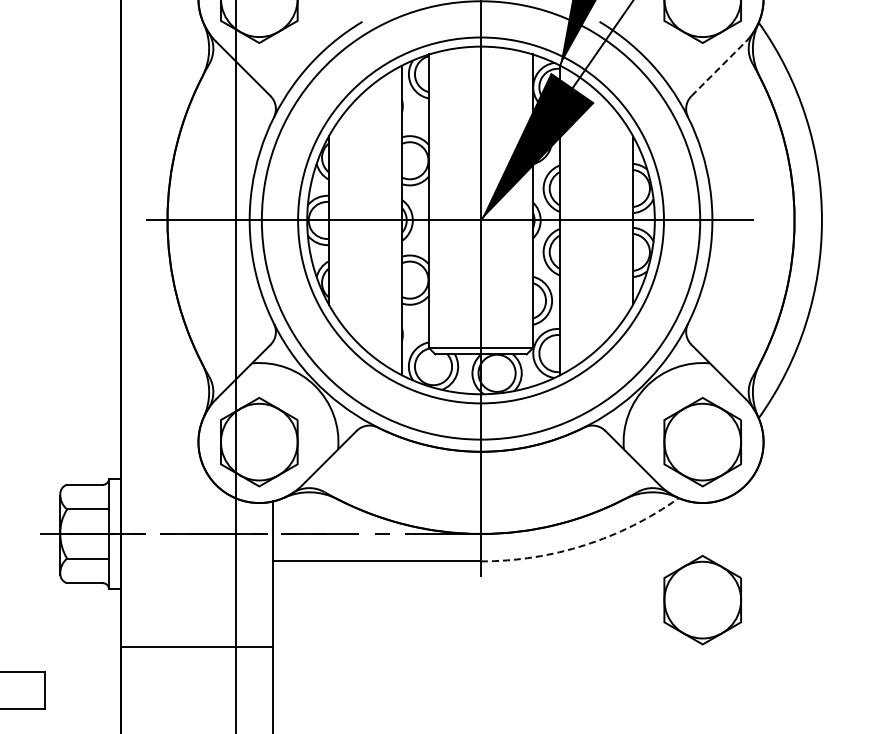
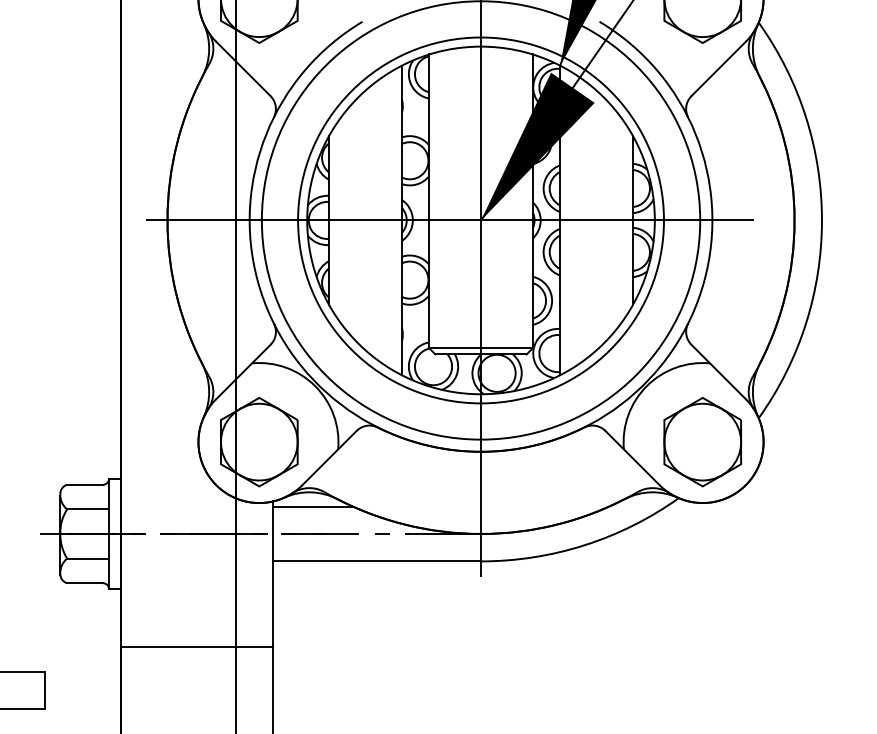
line at (718, 68): dashed -> solid
line at (312, 506): none -> present
arc at (584, 545): dashed -> solid
part at (702, 600): present -> none
